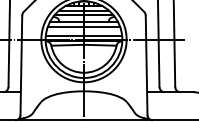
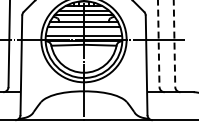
line at (158, 44): solid -> dashed
line at (174, 44): solid -> dashed
